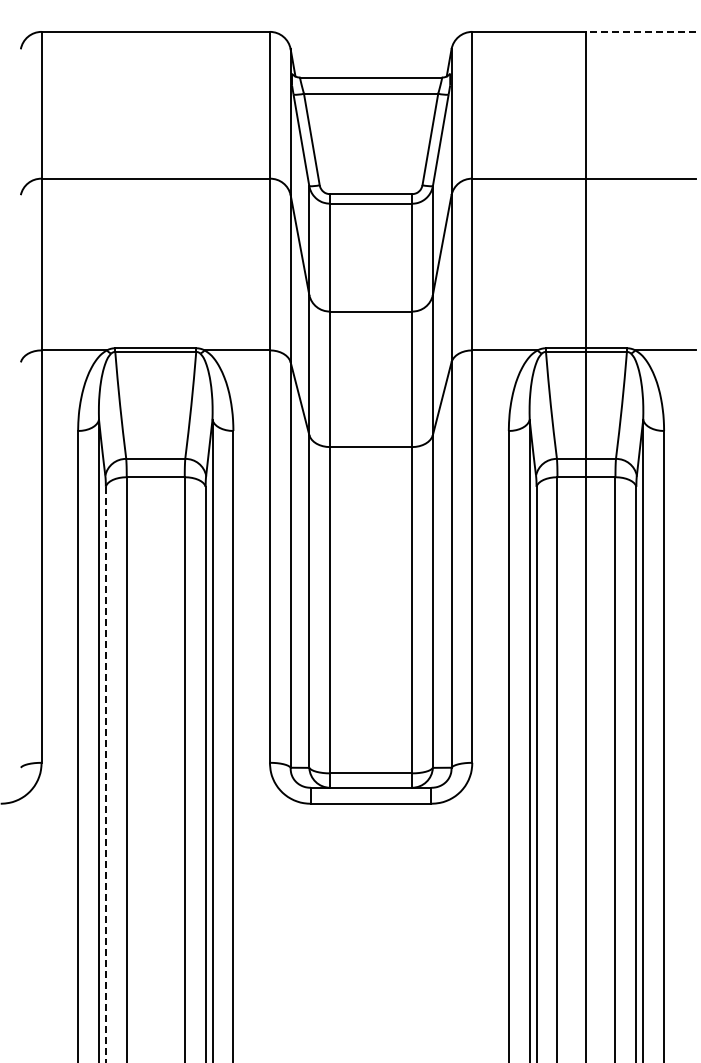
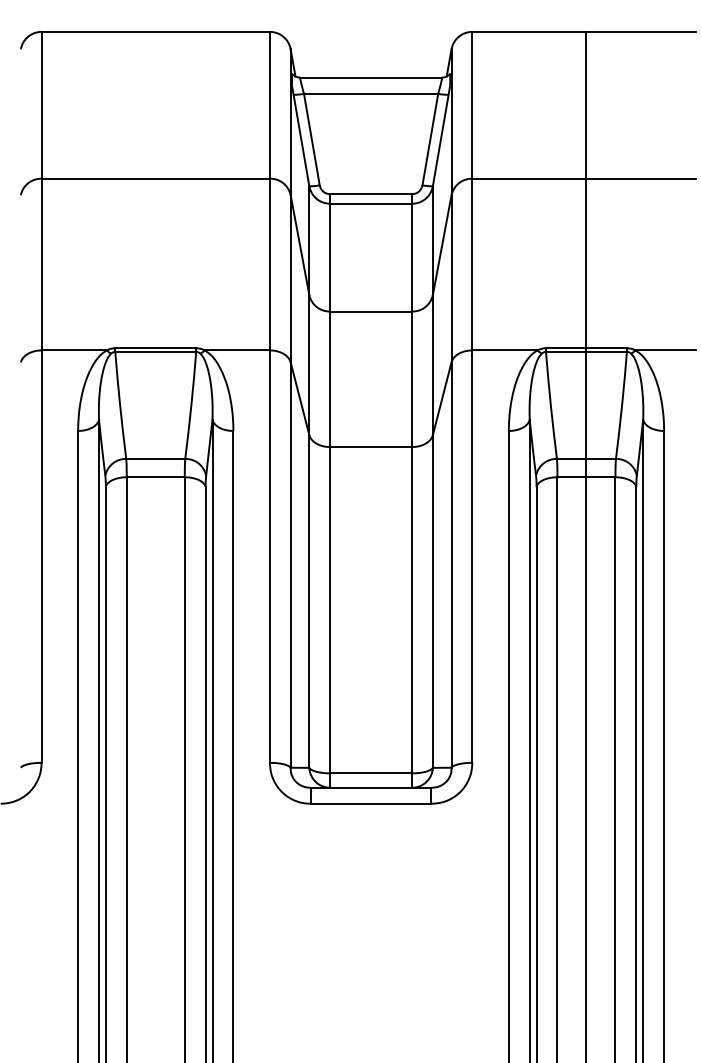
line at (641, 31): dashed -> solid
line at (105, 774): dashed -> solid
